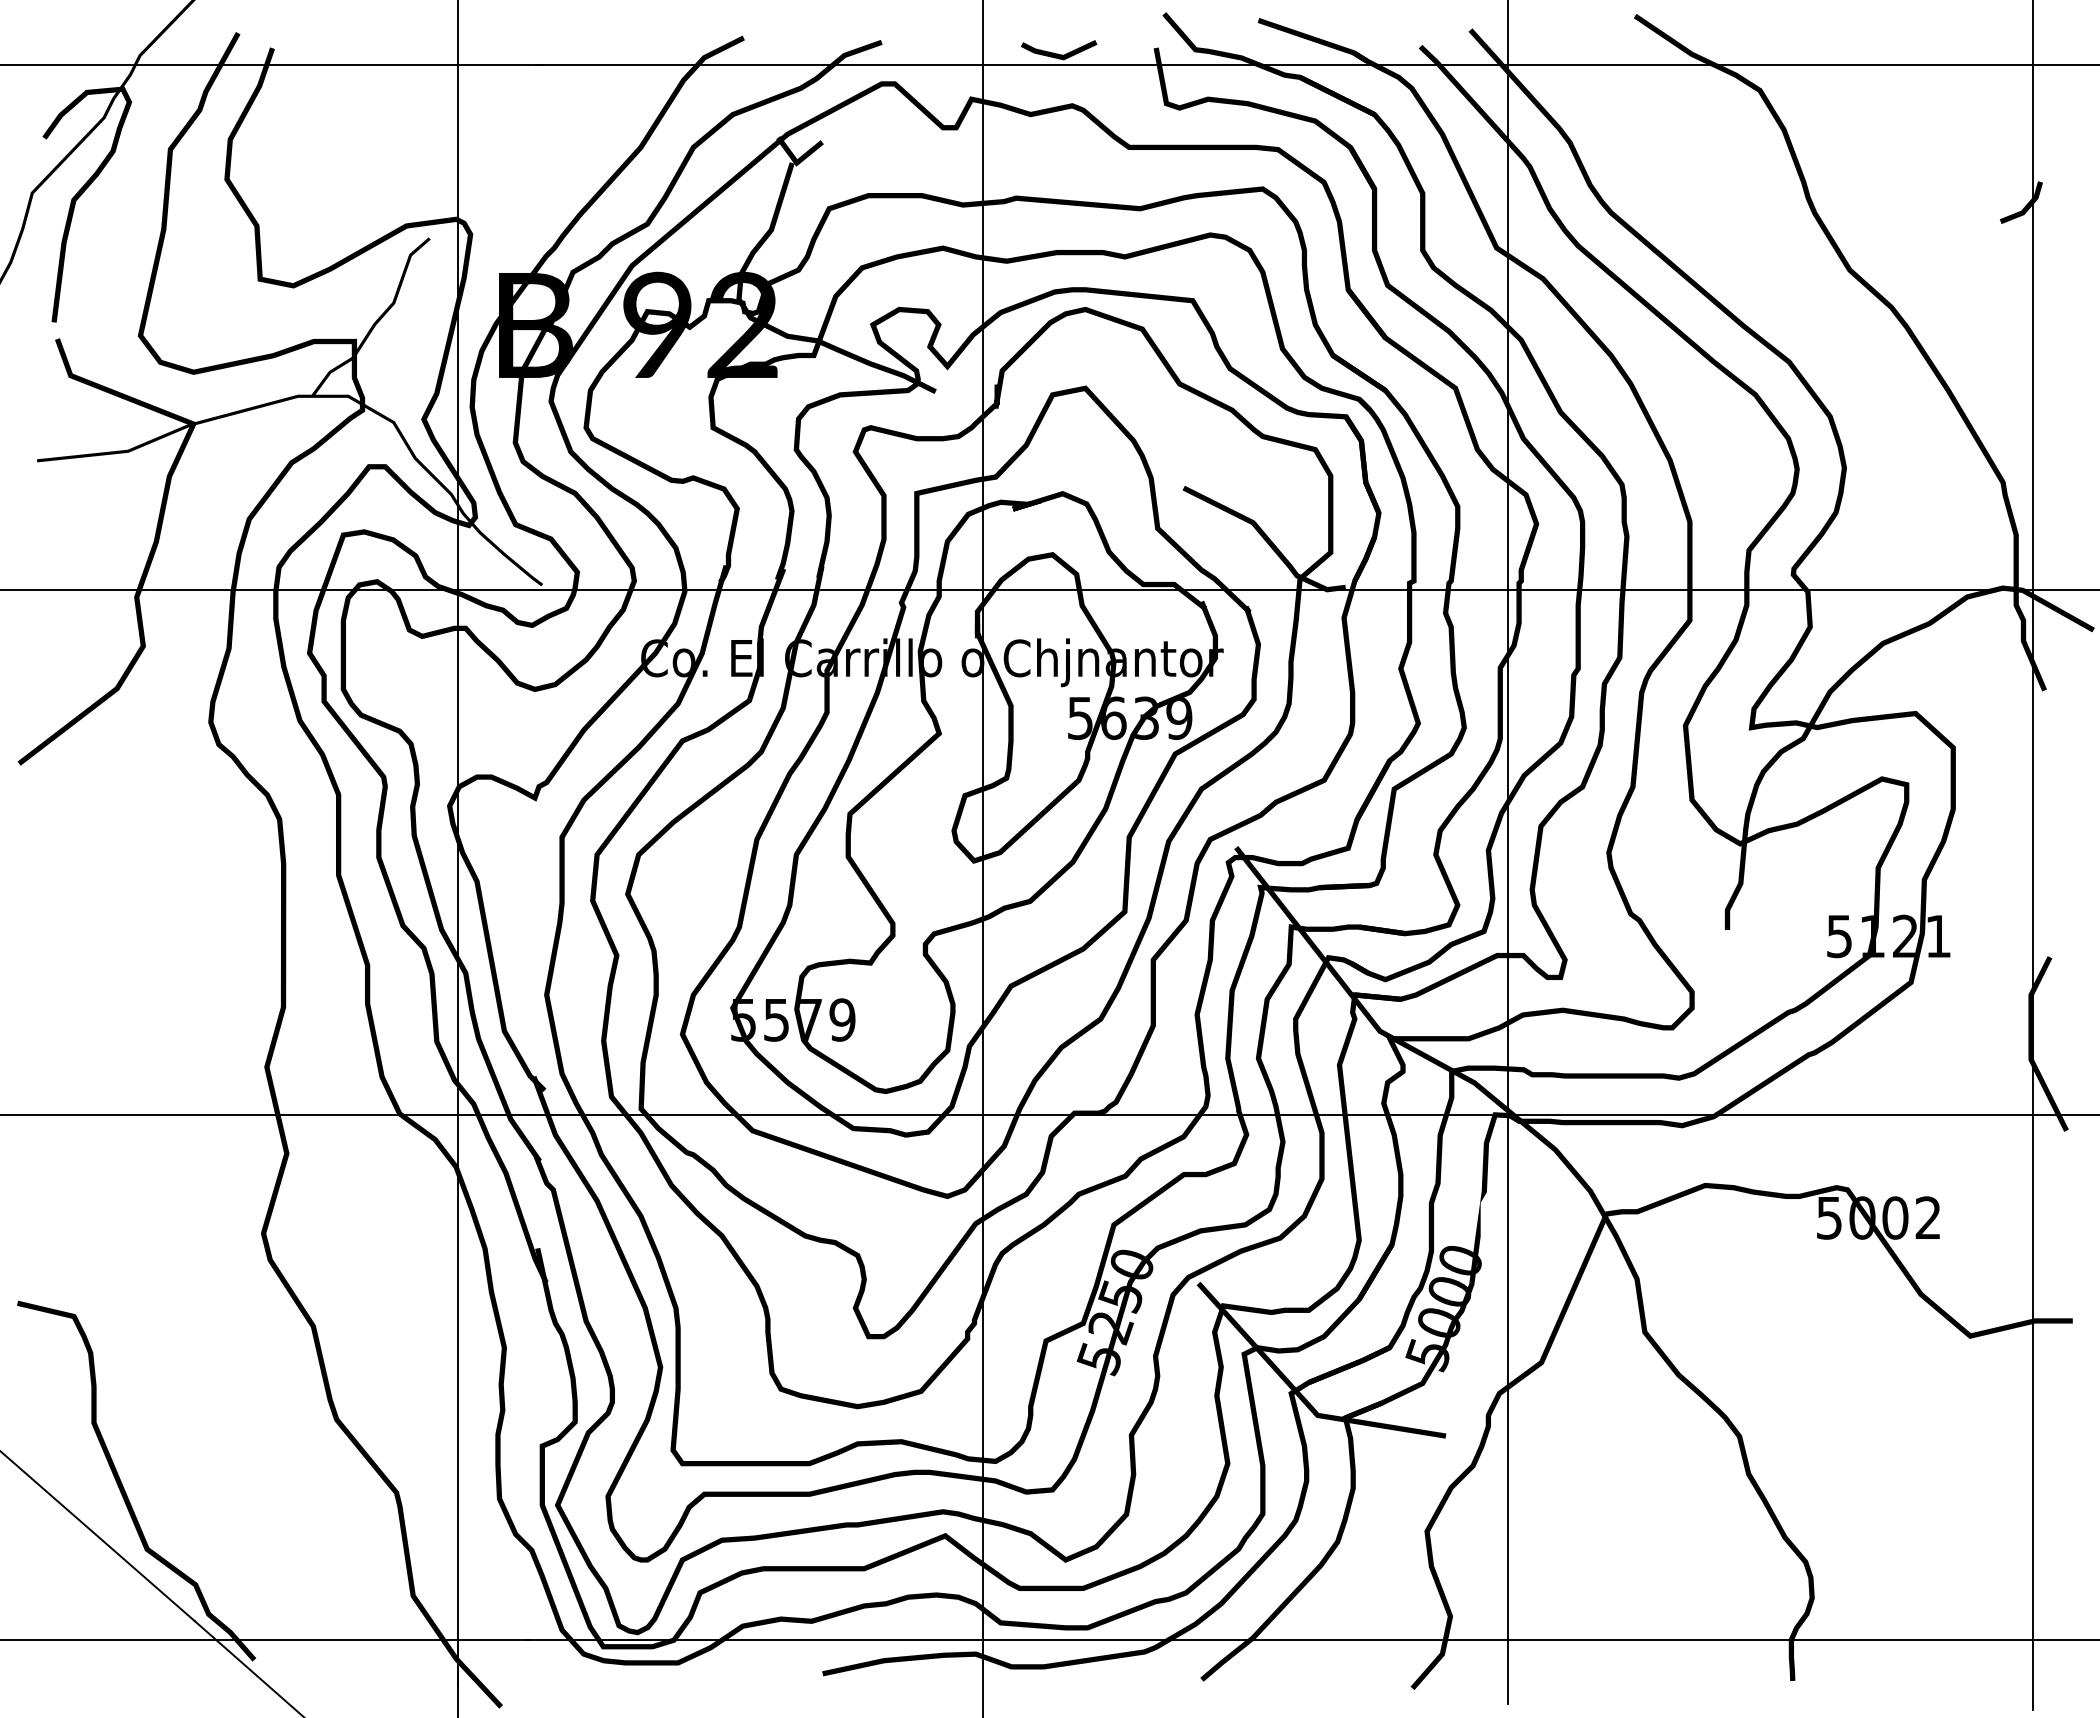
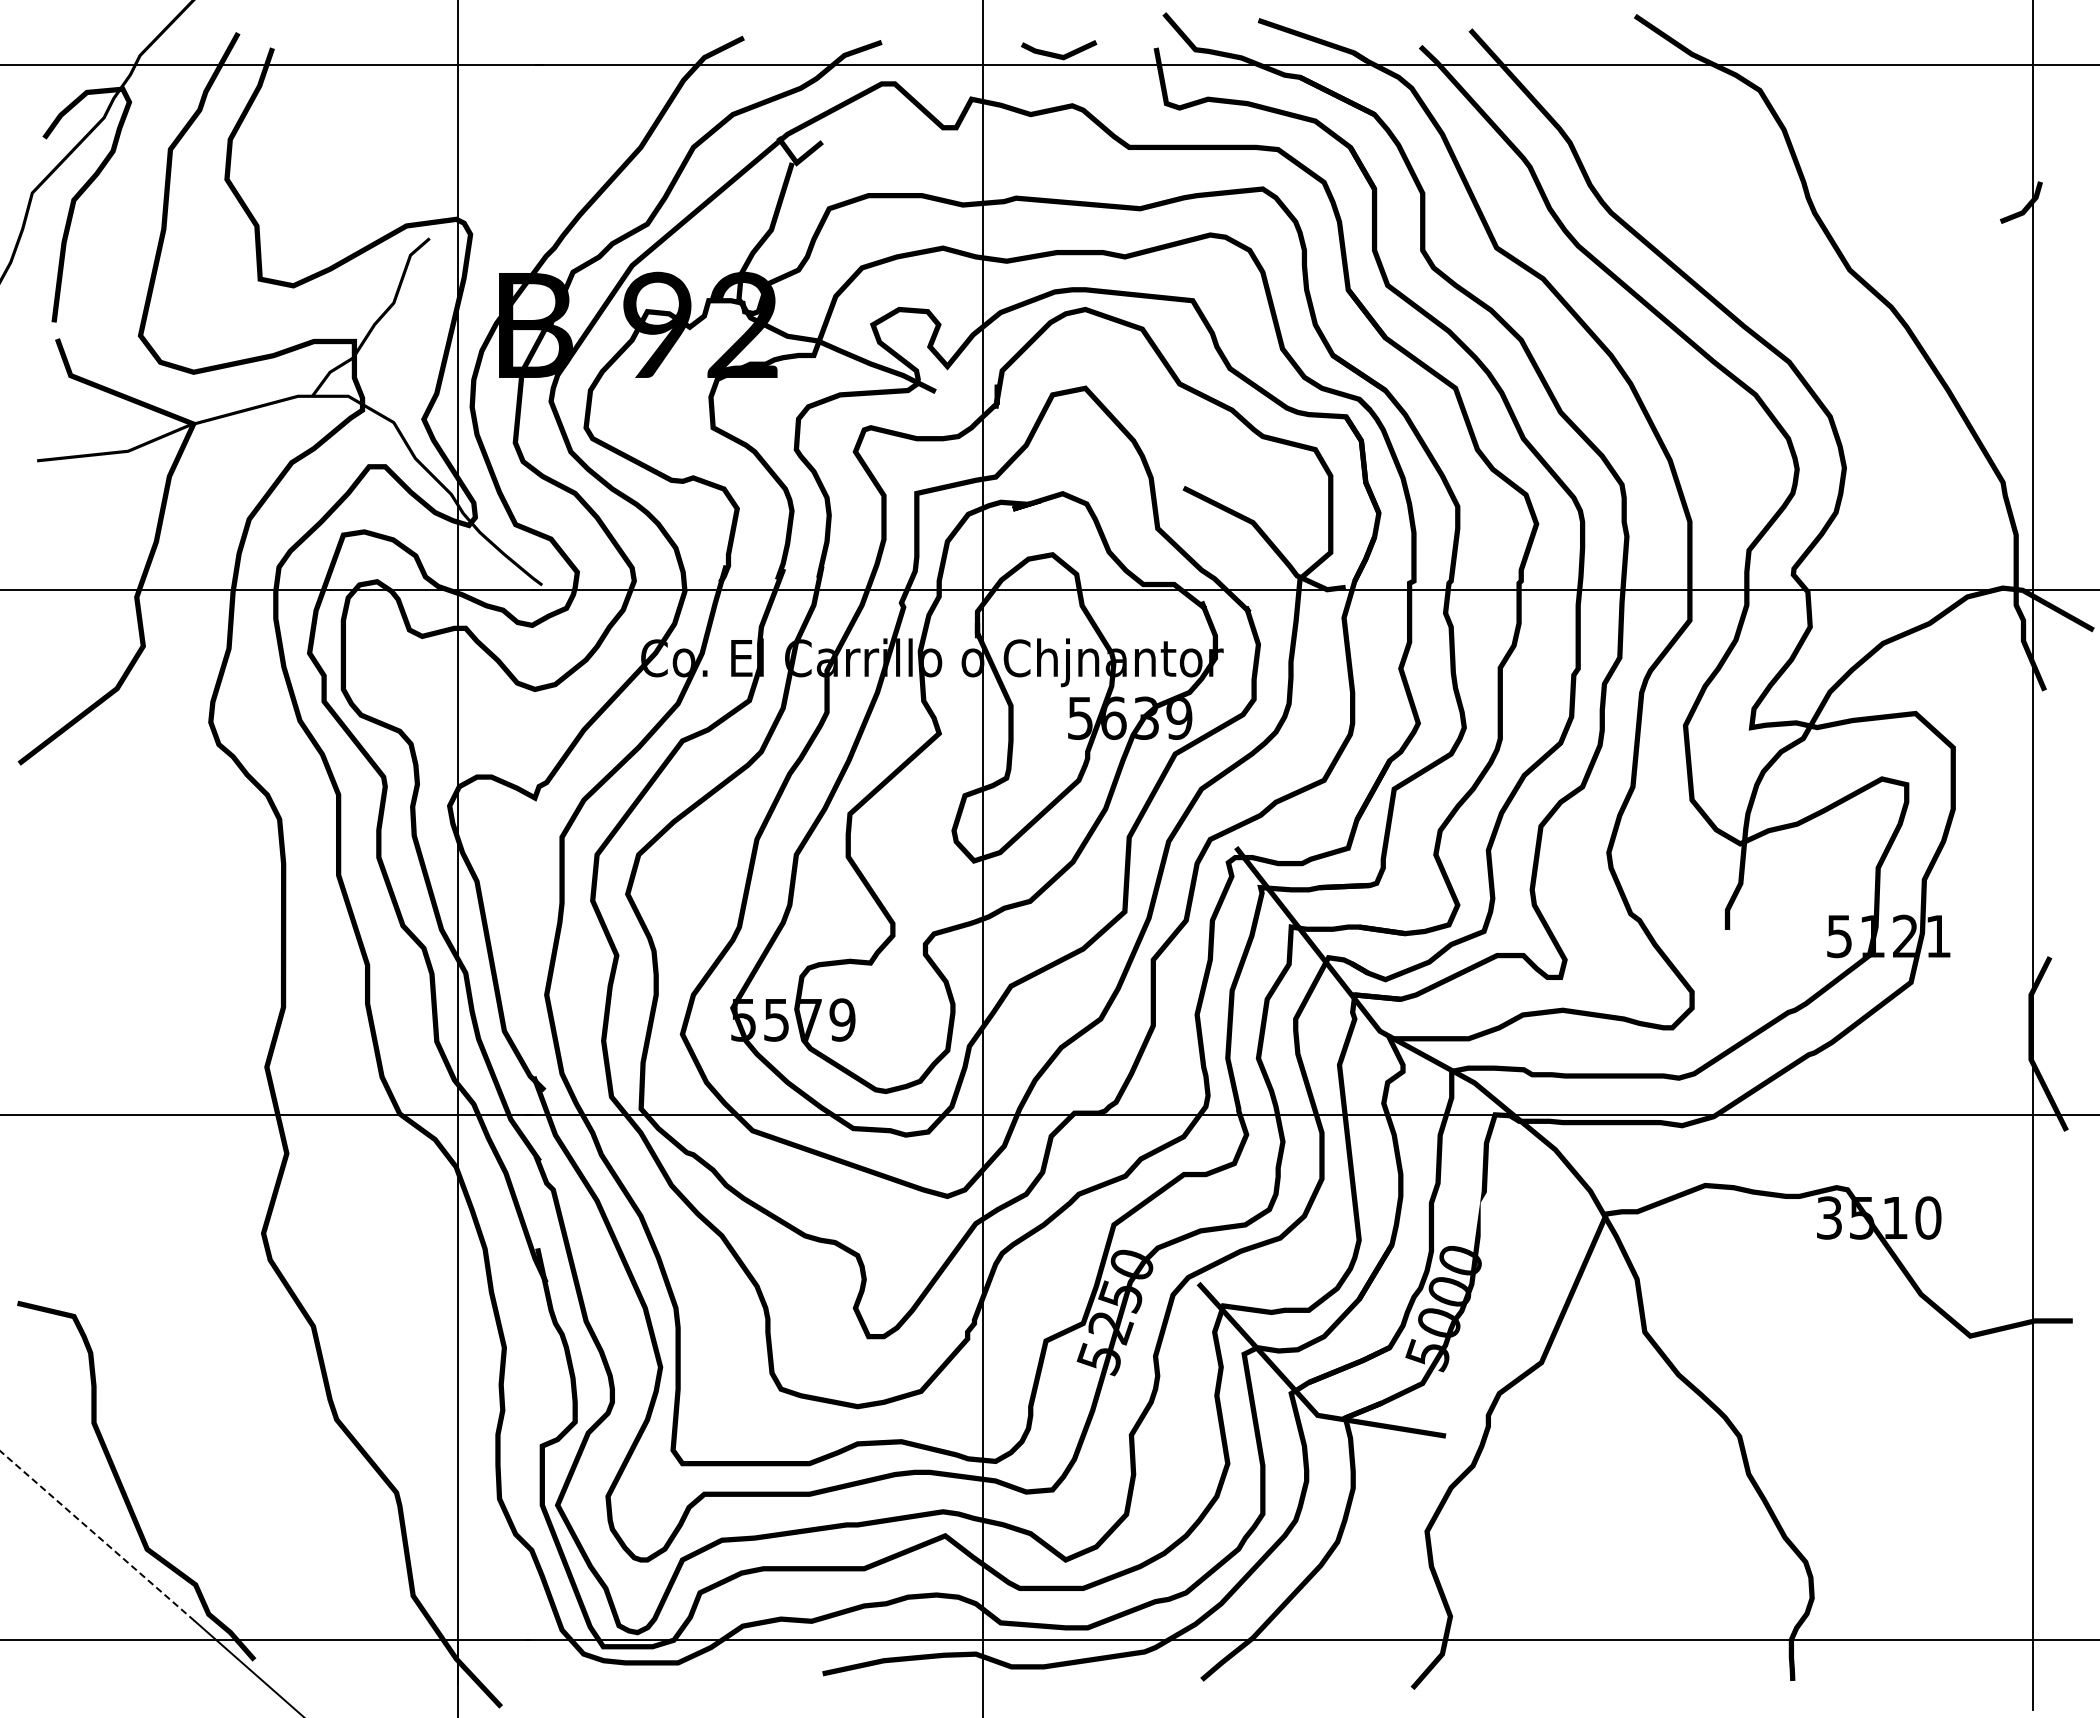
line at (1507, 853): present -> none
text at (1879, 1217): 5002 -> 3510
line at (97, 1535): solid -> dashed
